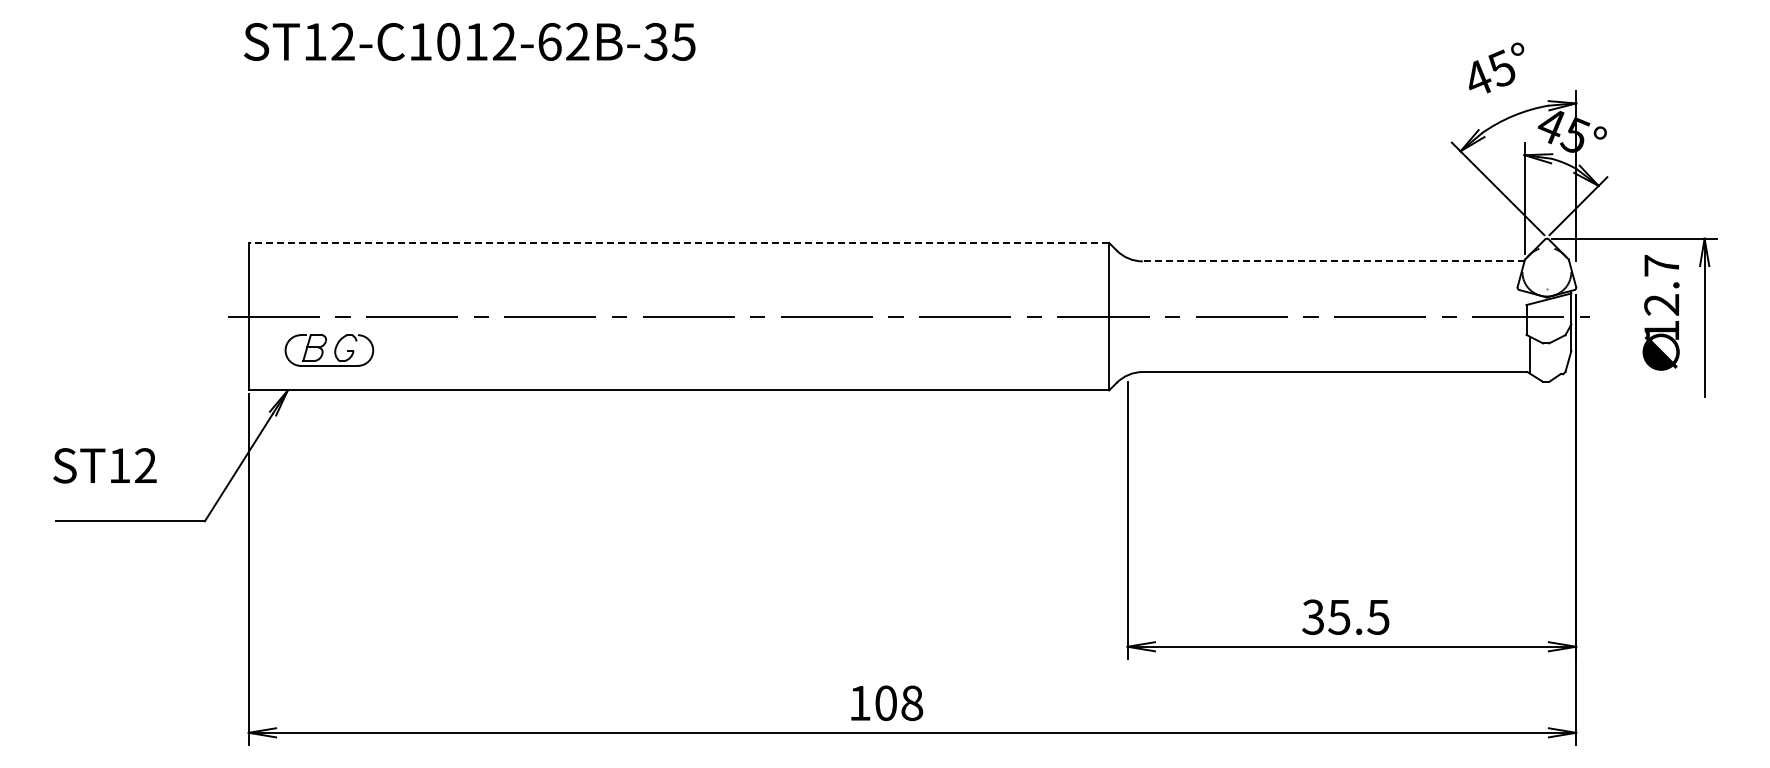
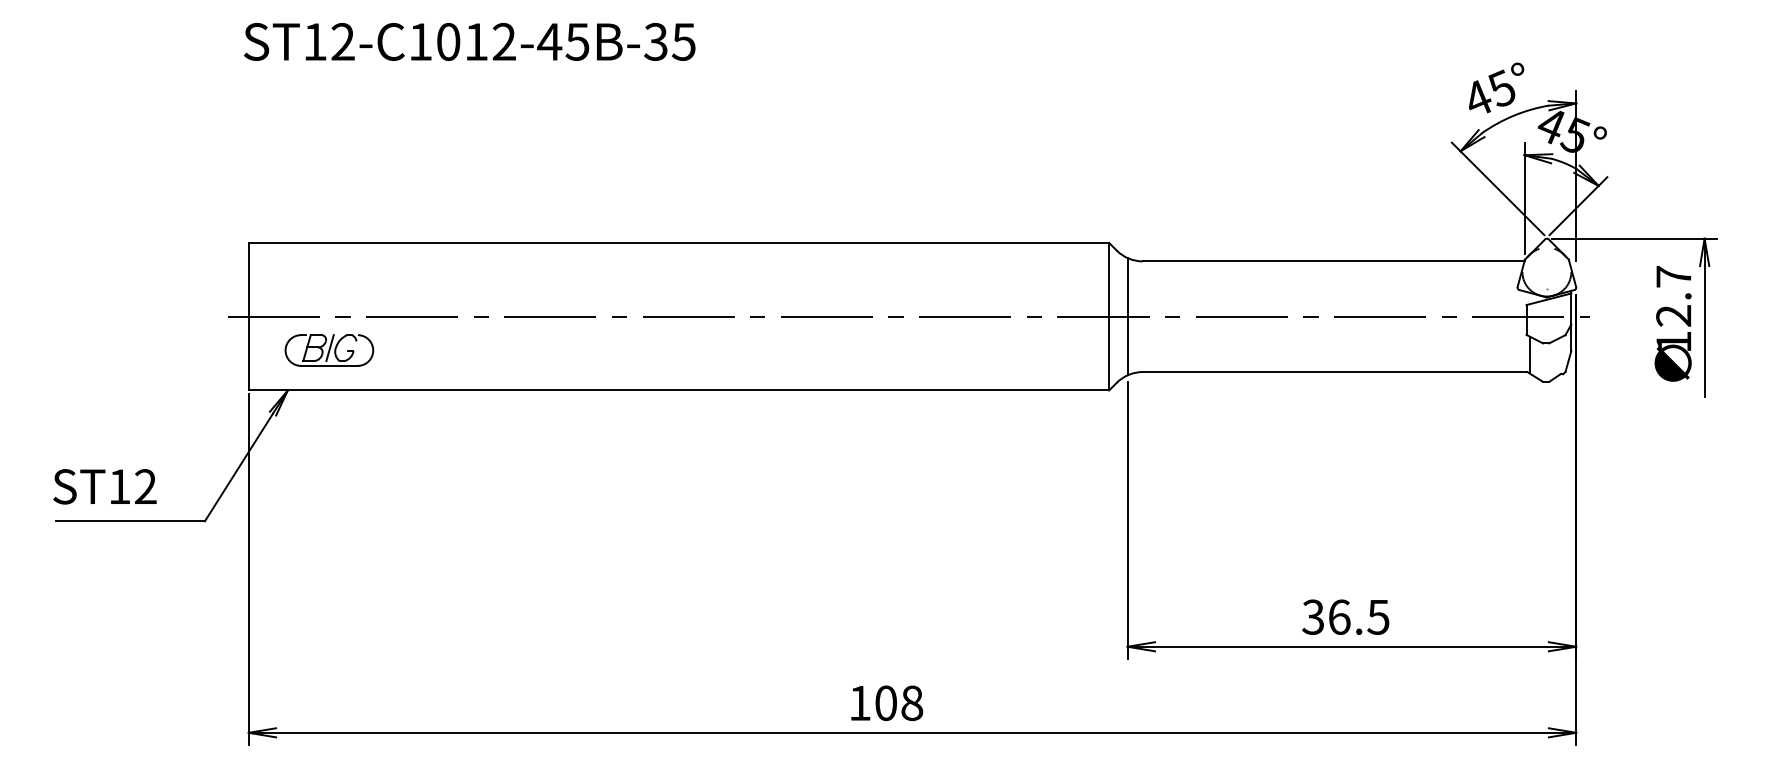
text at (563, 41): ST12-C1012-62B-35 -> ST12-C1012-45B-35
text at (1496, 67) position: (1496, 67) -> (1496, 87)
line at (678, 242): dashed -> solid
line at (1333, 261): dashed -> solid
text at (1660, 312) position: (1660, 312) -> (1672, 323)
line at (1127, 316): none -> present
line at (329, 347): none -> present
text at (104, 465) position: (104, 465) -> (104, 486)
text at (1339, 616): 35.5 -> 36.5
